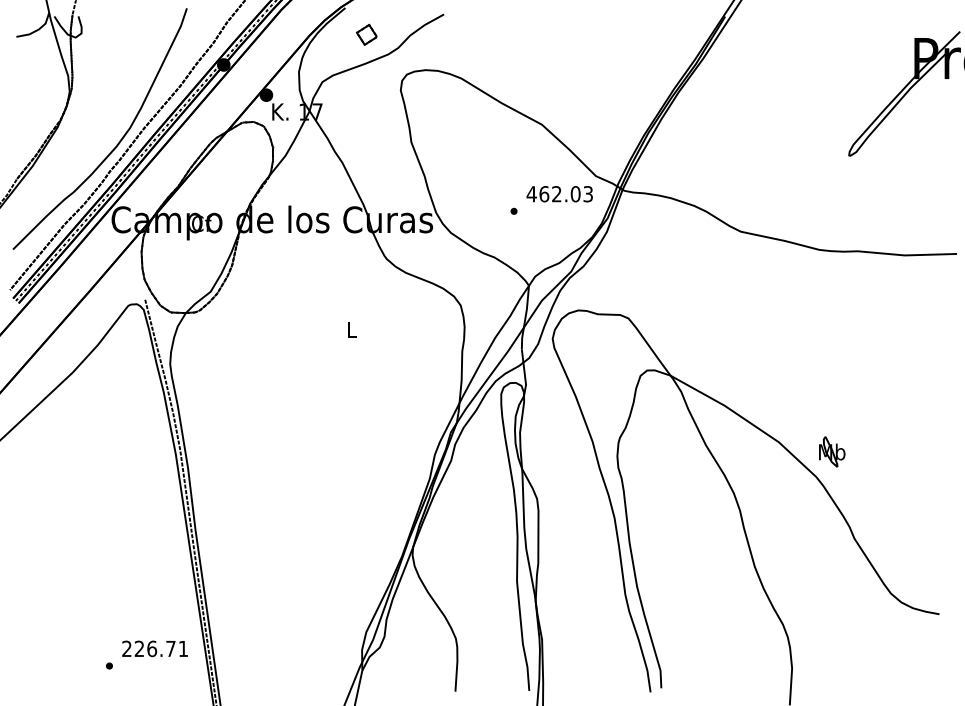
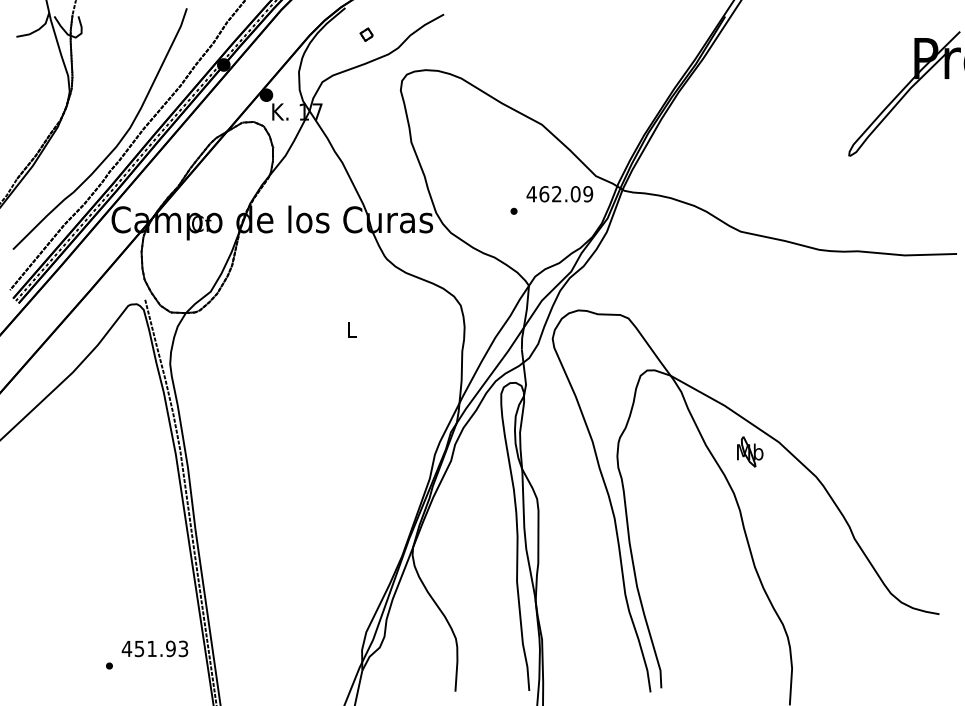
part at (366, 34) size: 22x23 px -> 15x15 px
text at (588, 194): 462.03 -> 462.09
part at (832, 451) position: (832, 451) -> (750, 451)
text at (154, 648): 226.71 -> 451.93
